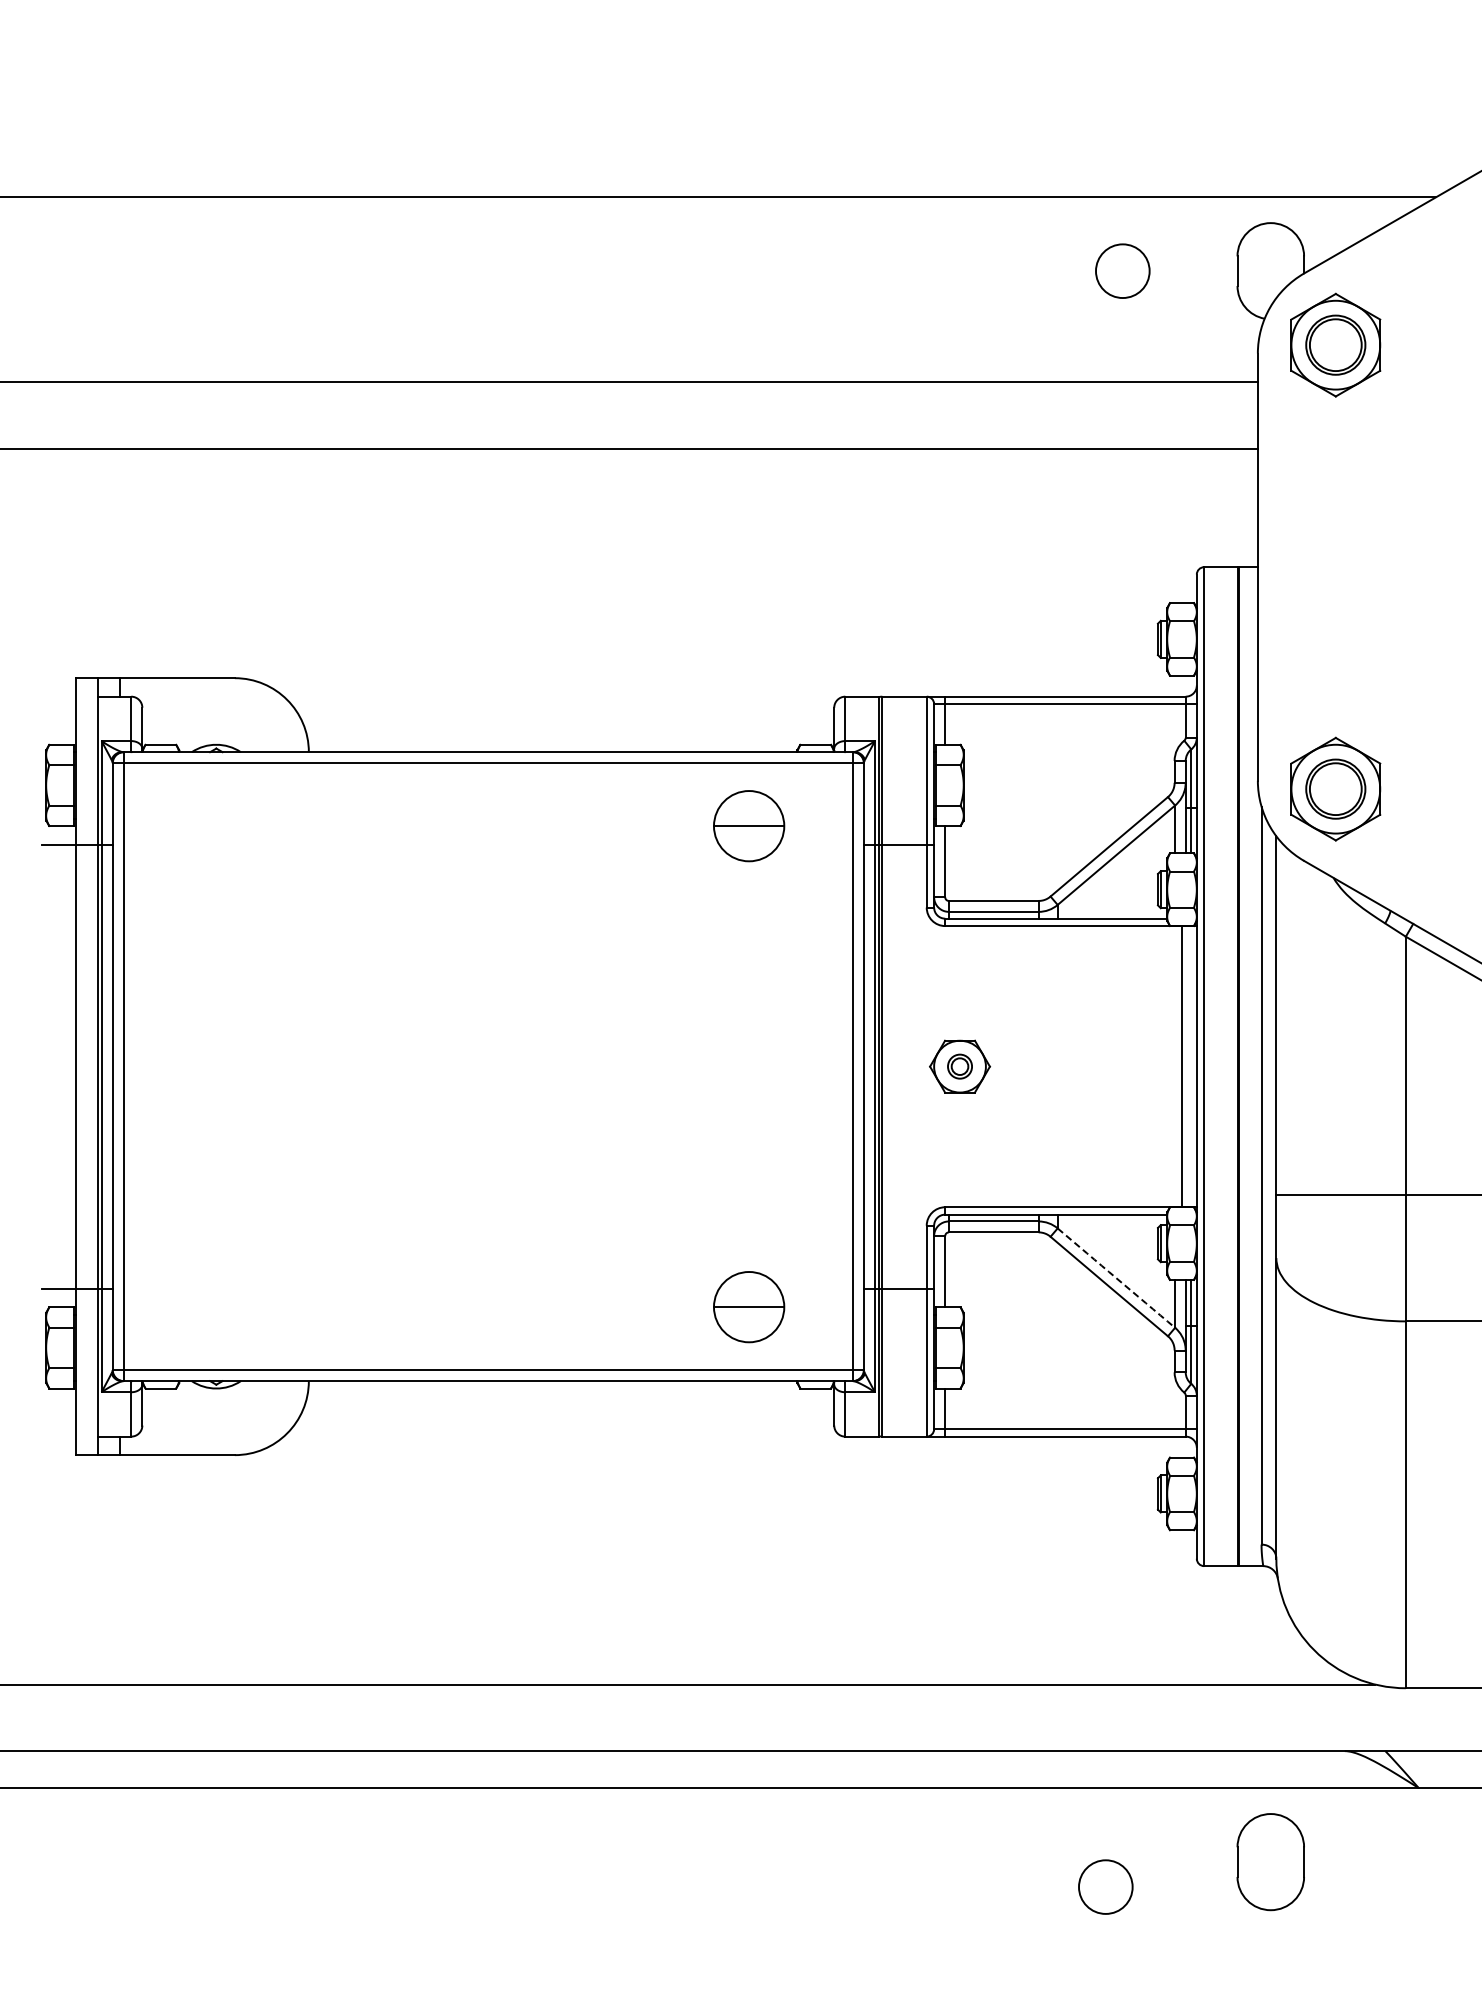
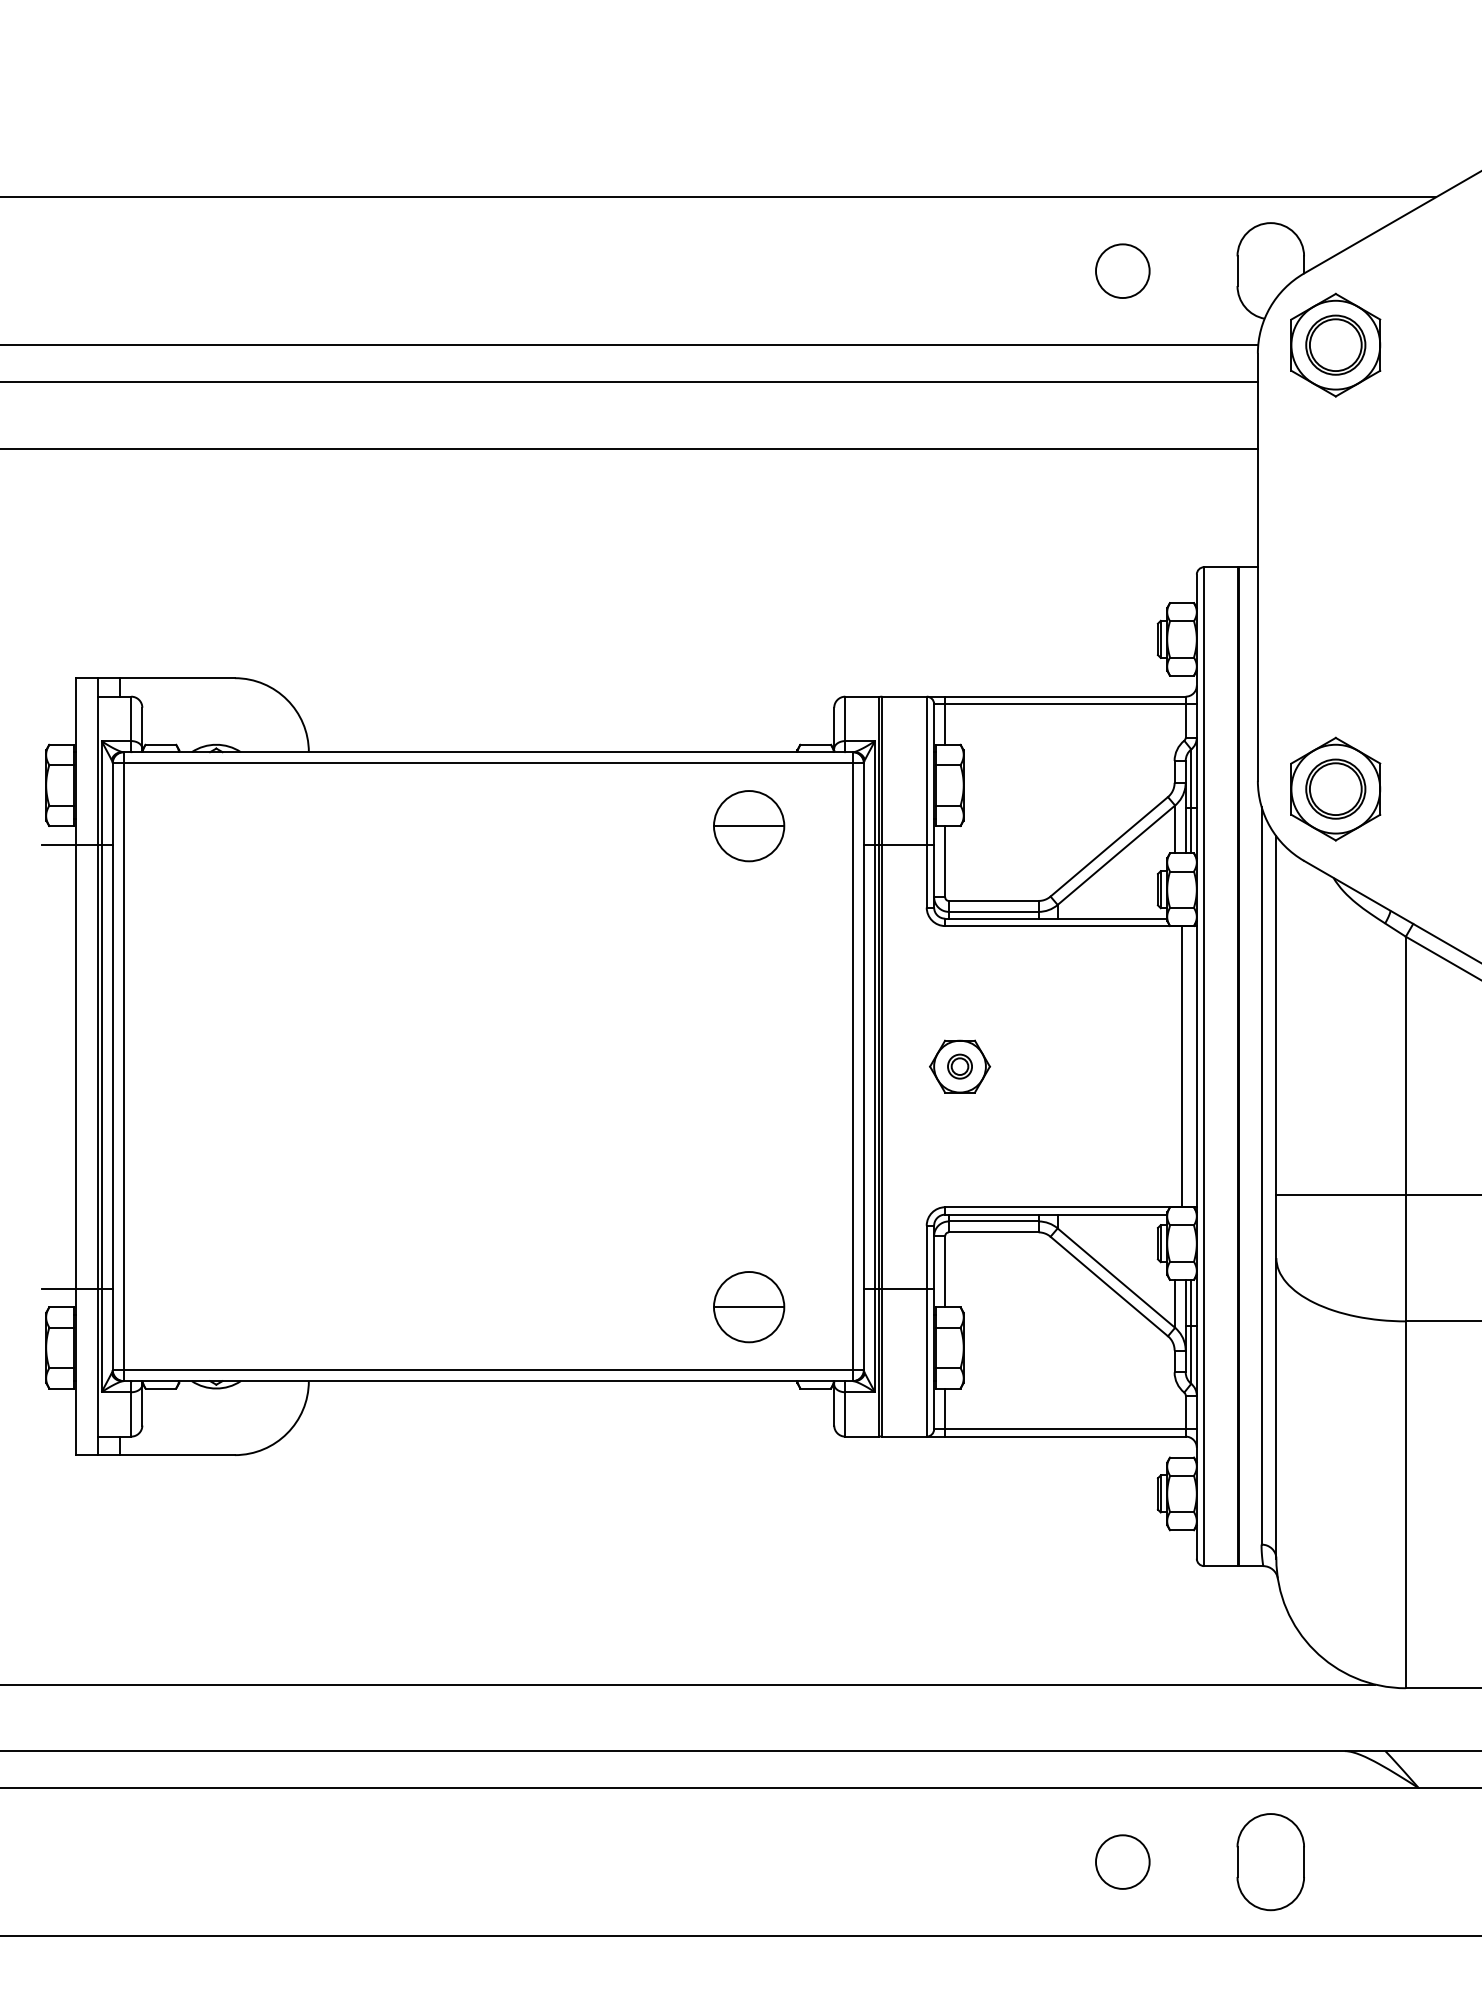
line at (630, 345): none -> present
arc at (1116, 1278): dashed -> solid
circle at (1105, 1886) position: (1105, 1886) -> (1122, 1861)
line at (740, 1936): none -> present
